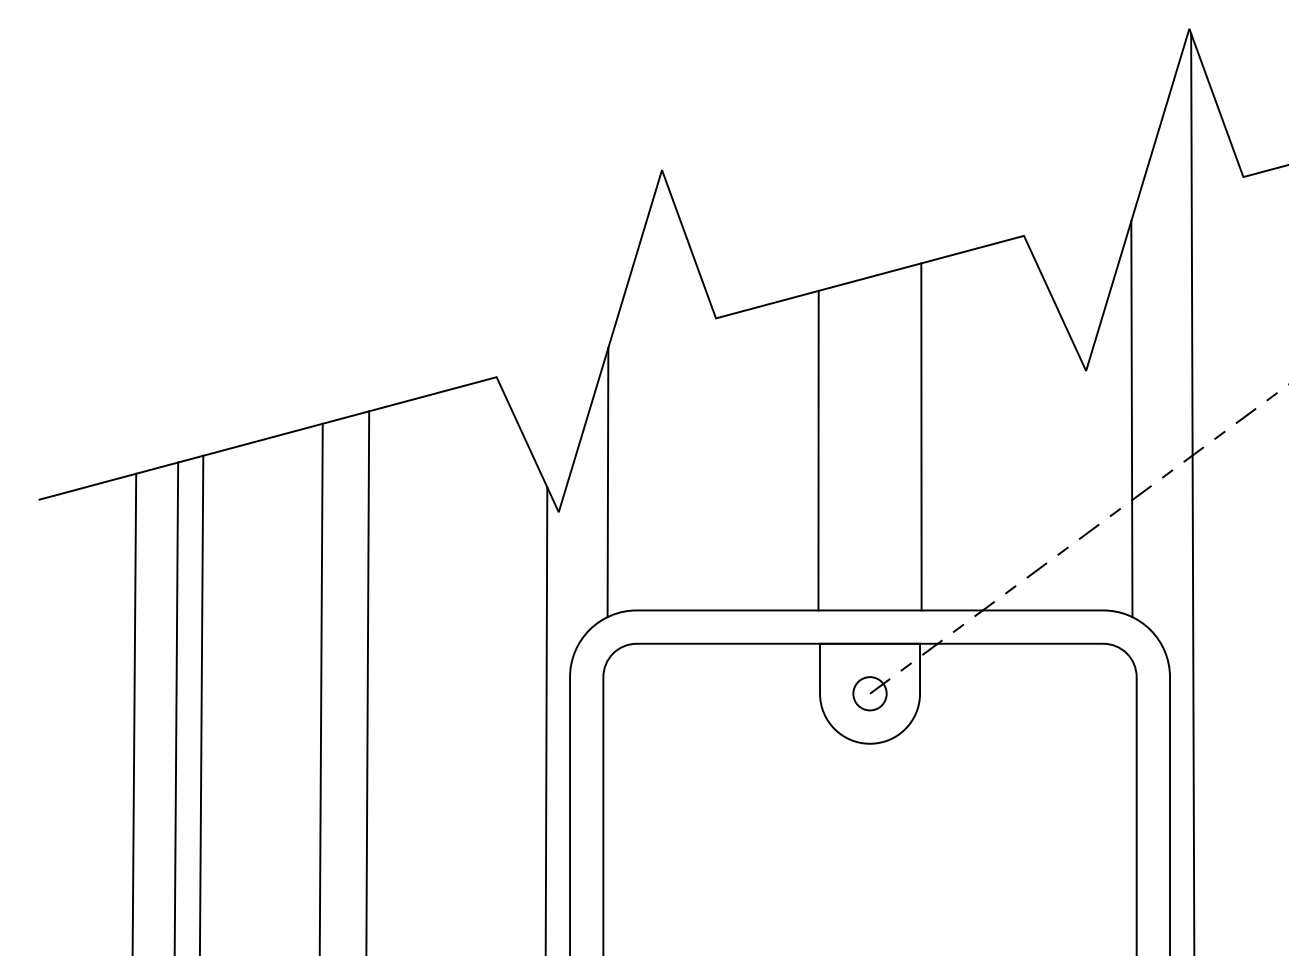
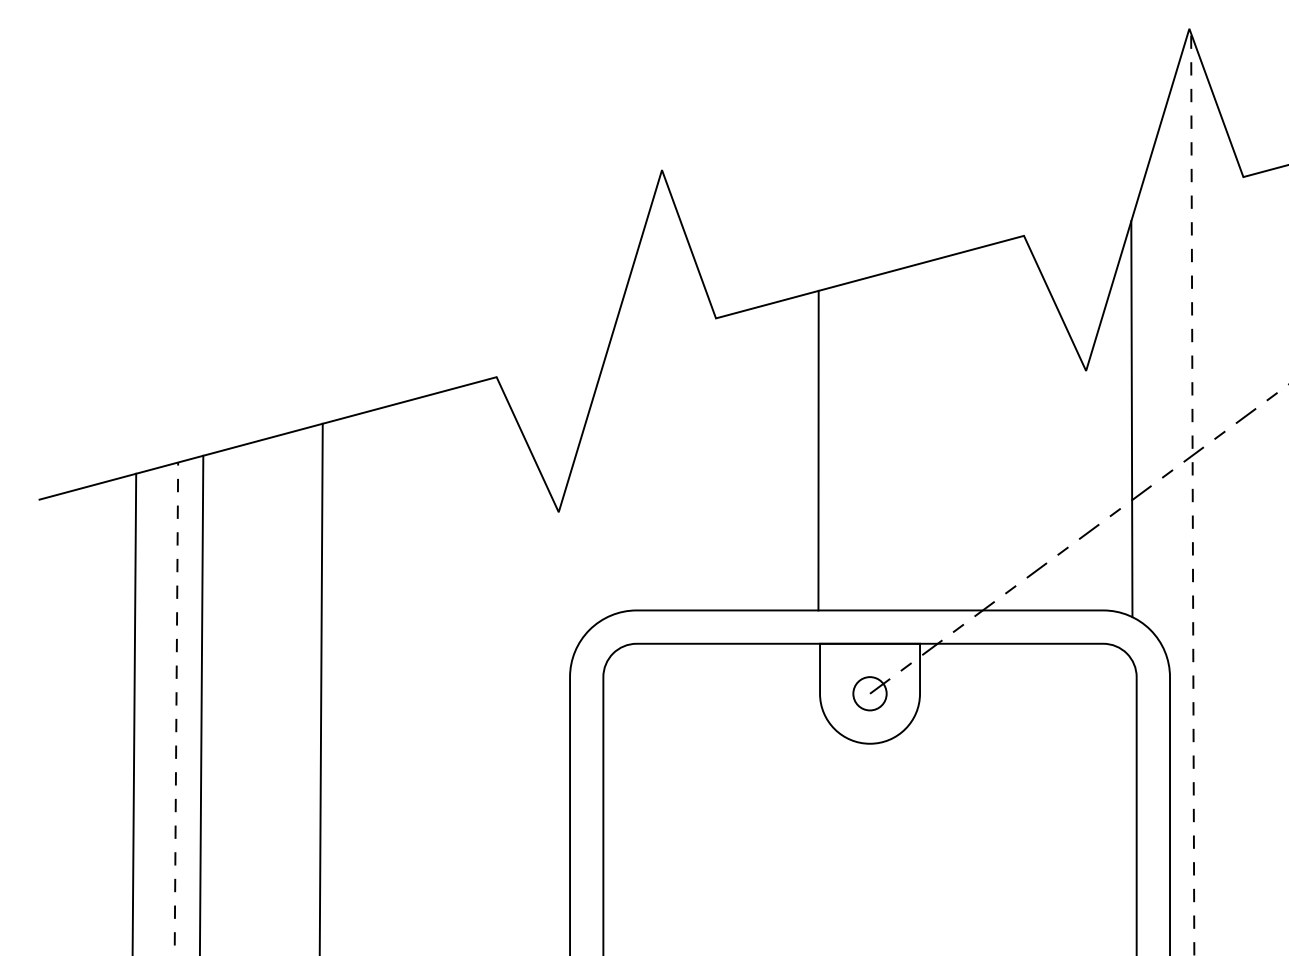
line at (921, 436): present -> none
line at (607, 482): present -> none
line at (1192, 494): solid -> dashed
line at (367, 681): present -> none
line at (176, 708): solid -> dashed
line at (546, 719): present -> none
